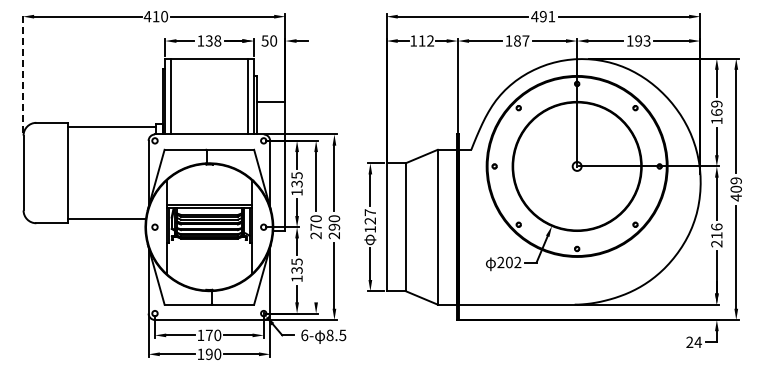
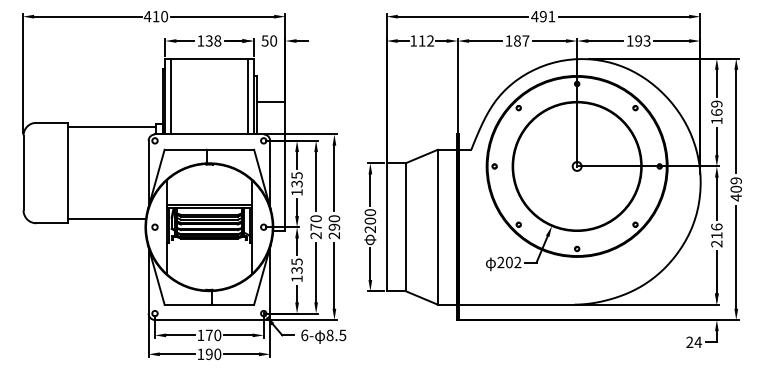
line at (22, 73): dashed -> solid
text at (370, 221): 127 -> 200
line at (316, 272): none -> present
